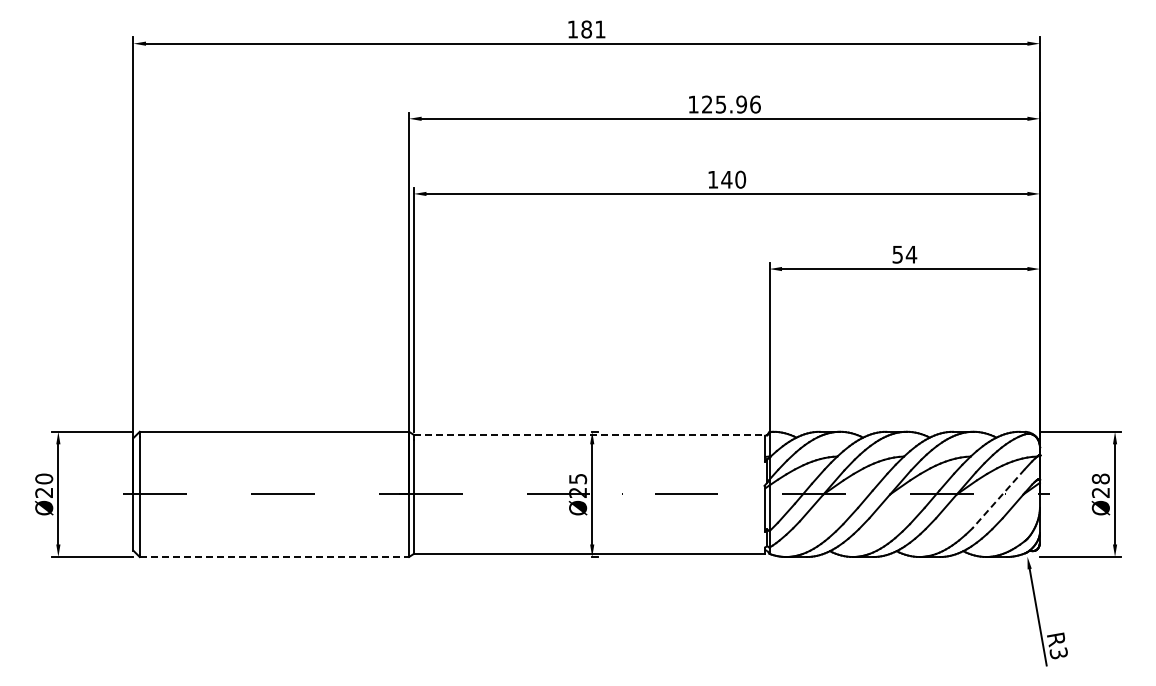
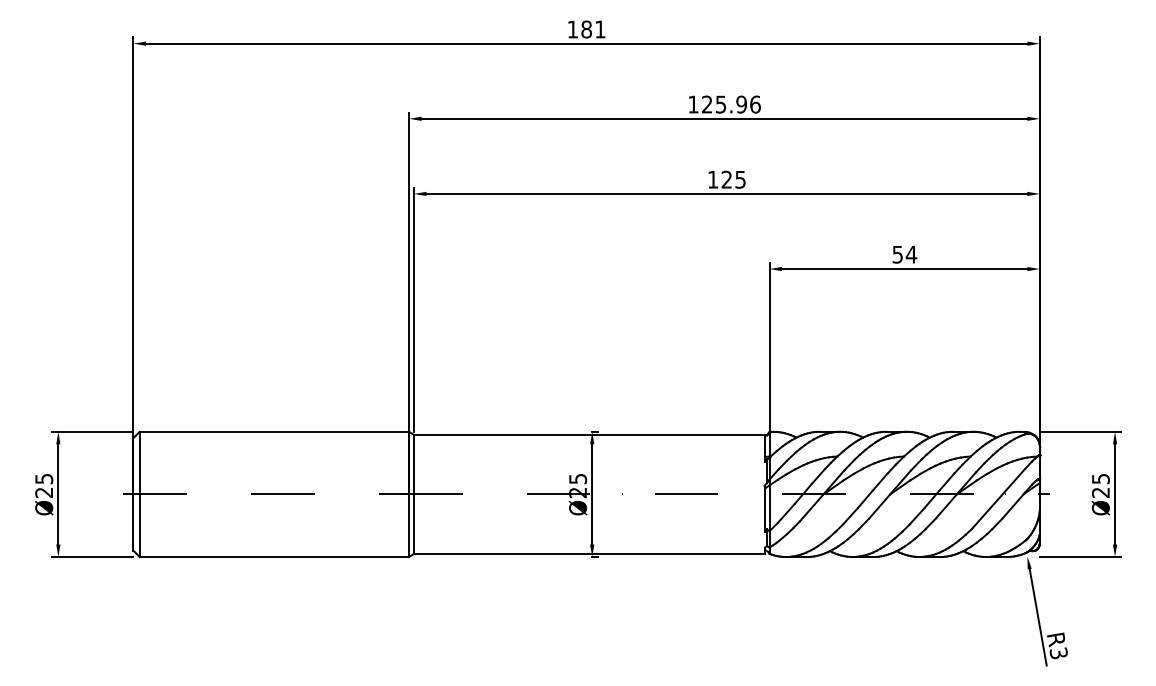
text at (733, 179): 140 -> 125
line at (590, 434): dashed -> solid
text at (44, 478): Ø20 -> Ø25
text at (1100, 478): Ø28 -> Ø25
line at (998, 498): dashed -> solid
line at (274, 557): dashed -> solid
